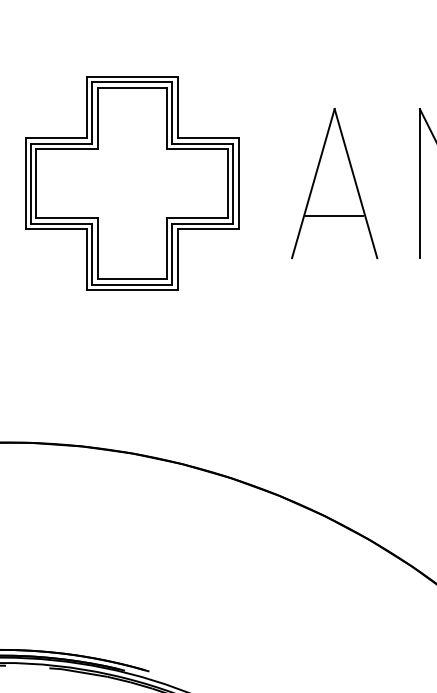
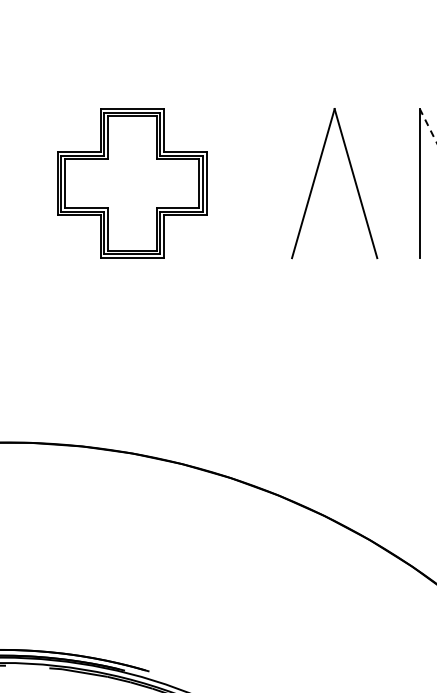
line at (428, 125): solid -> dashed
part at (132, 183) size: 215x215 px -> 151x151 px
line at (334, 215): present -> none
